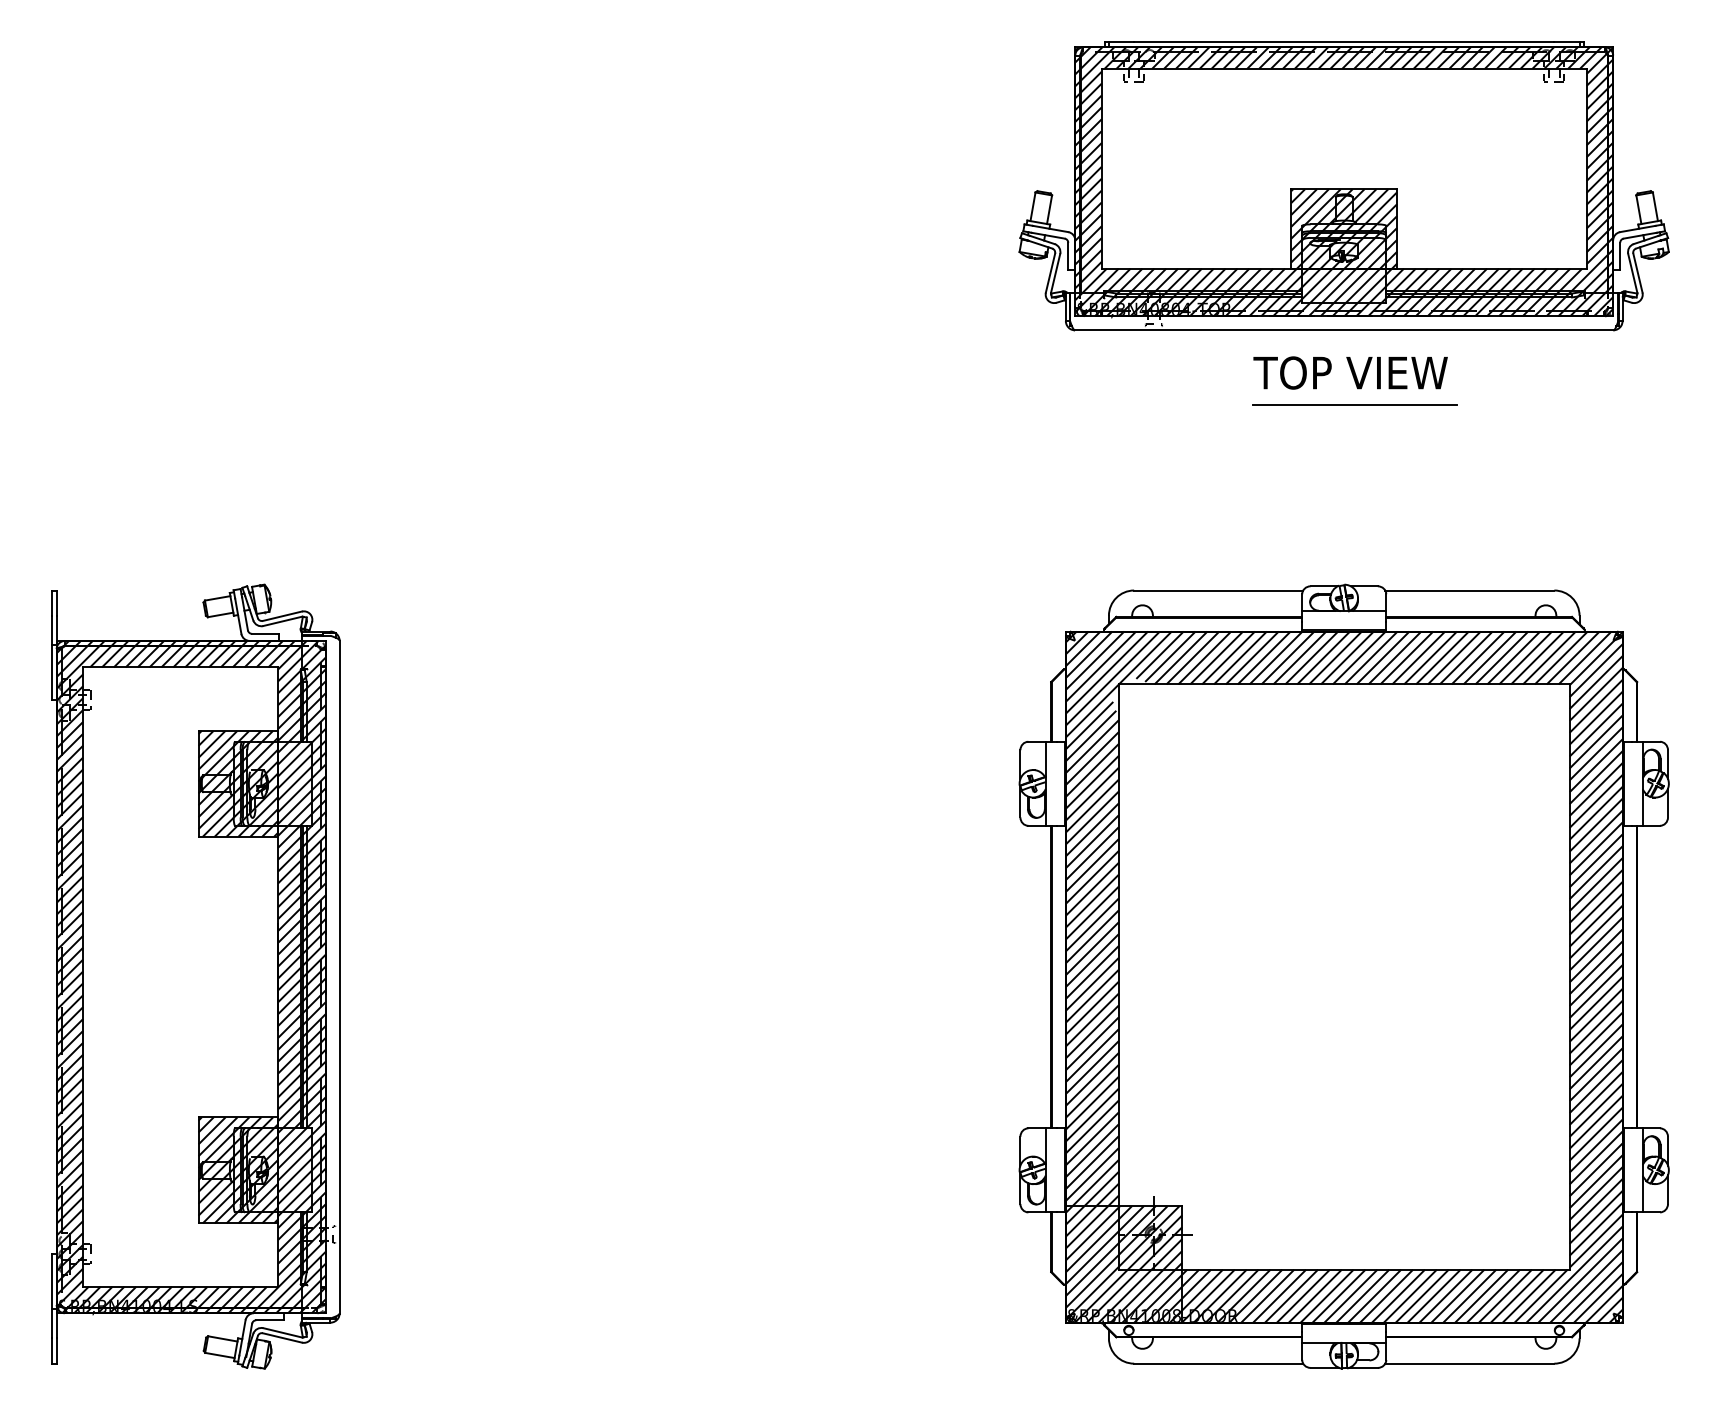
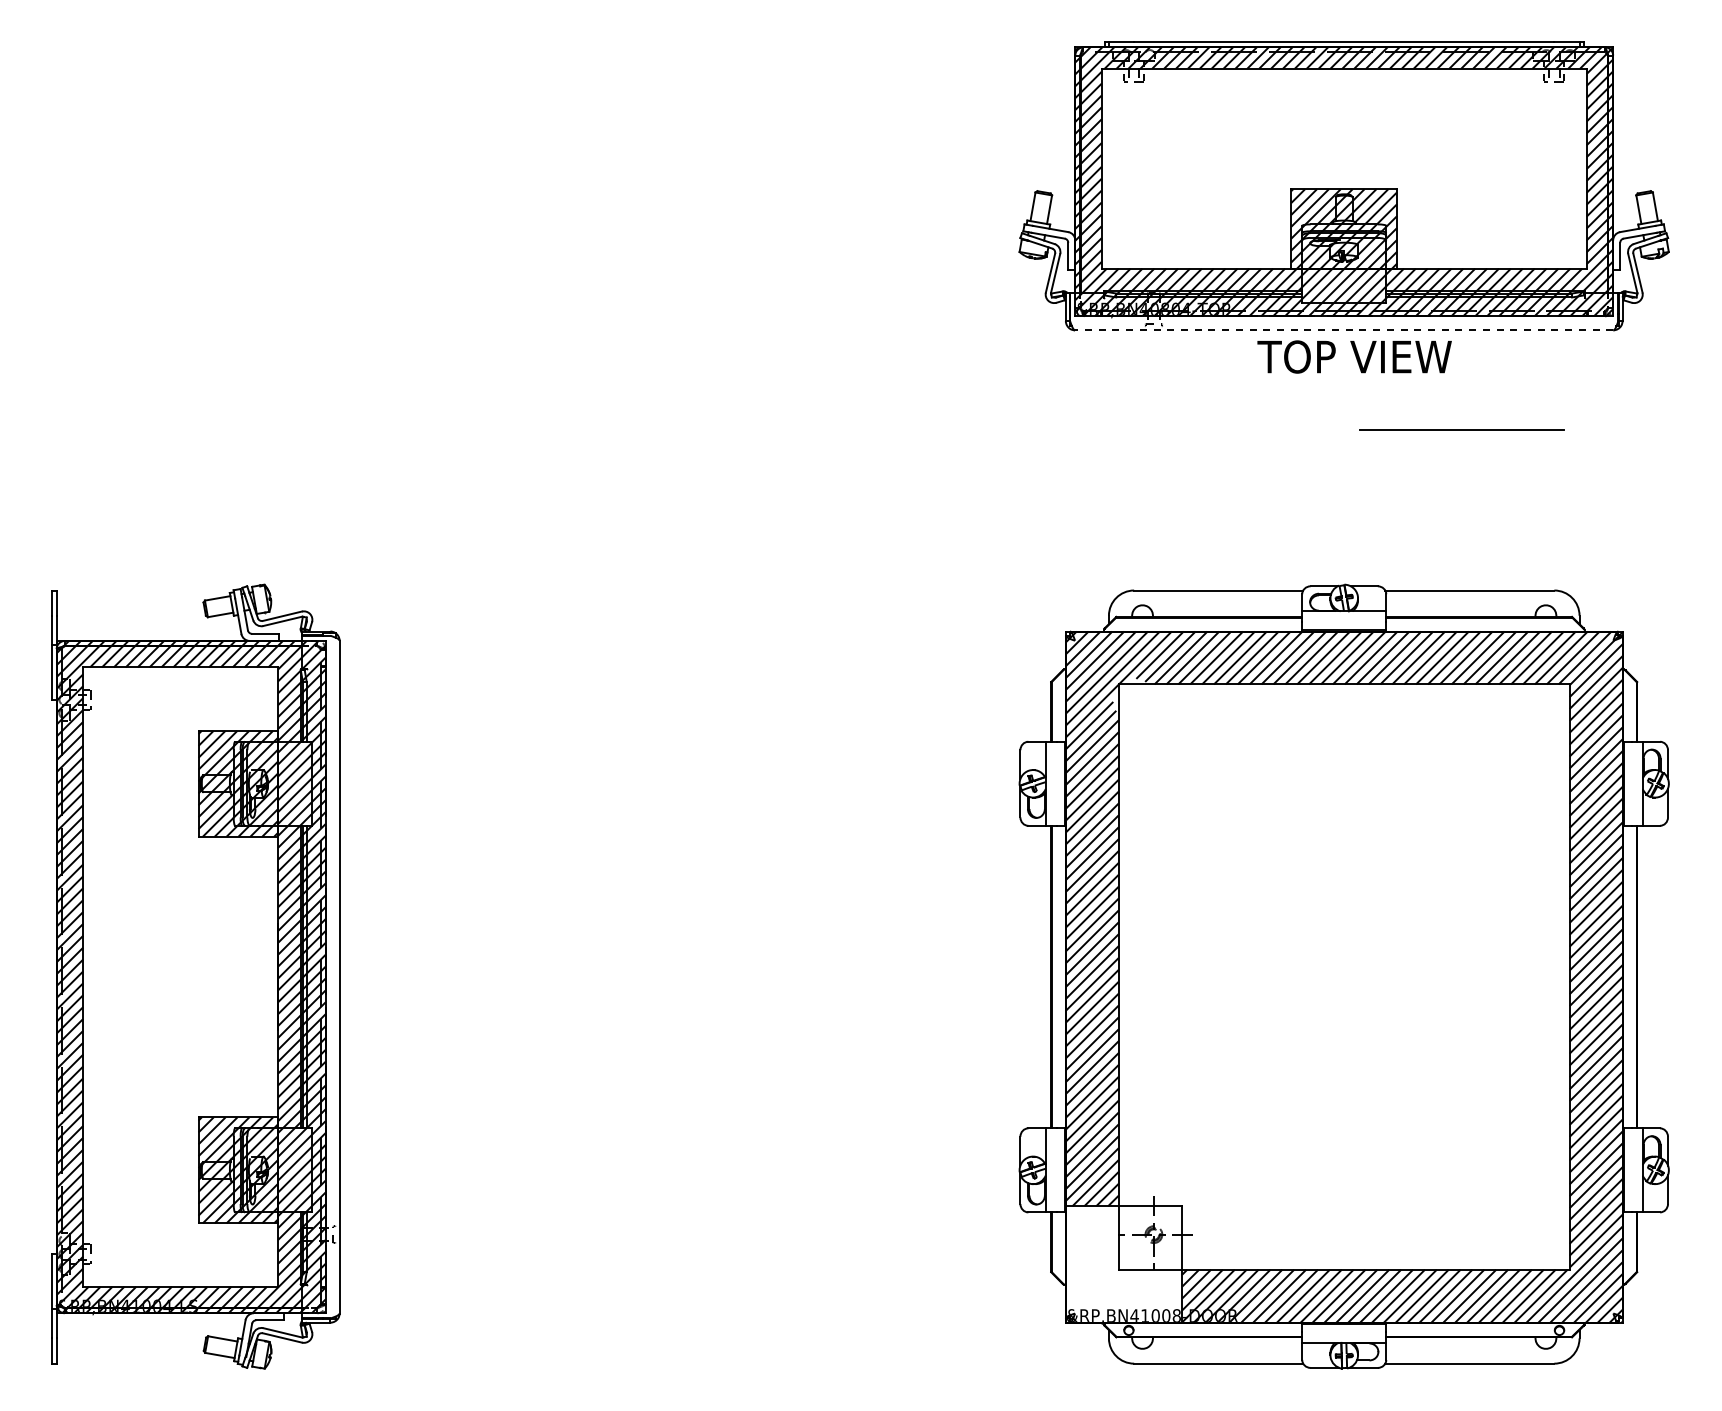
line at (1343, 330): solid -> dashed
text at (1350, 372) position: (1350, 372) -> (1354, 356)
line at (1354, 404) position: (1354, 404) -> (1461, 429)
hatch at (1123, 1264): present -> none
